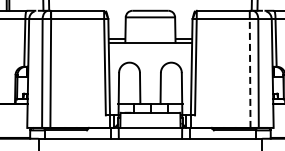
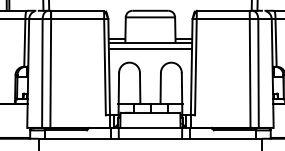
line at (150, 49): none -> present
line at (250, 72): dashed -> solid
